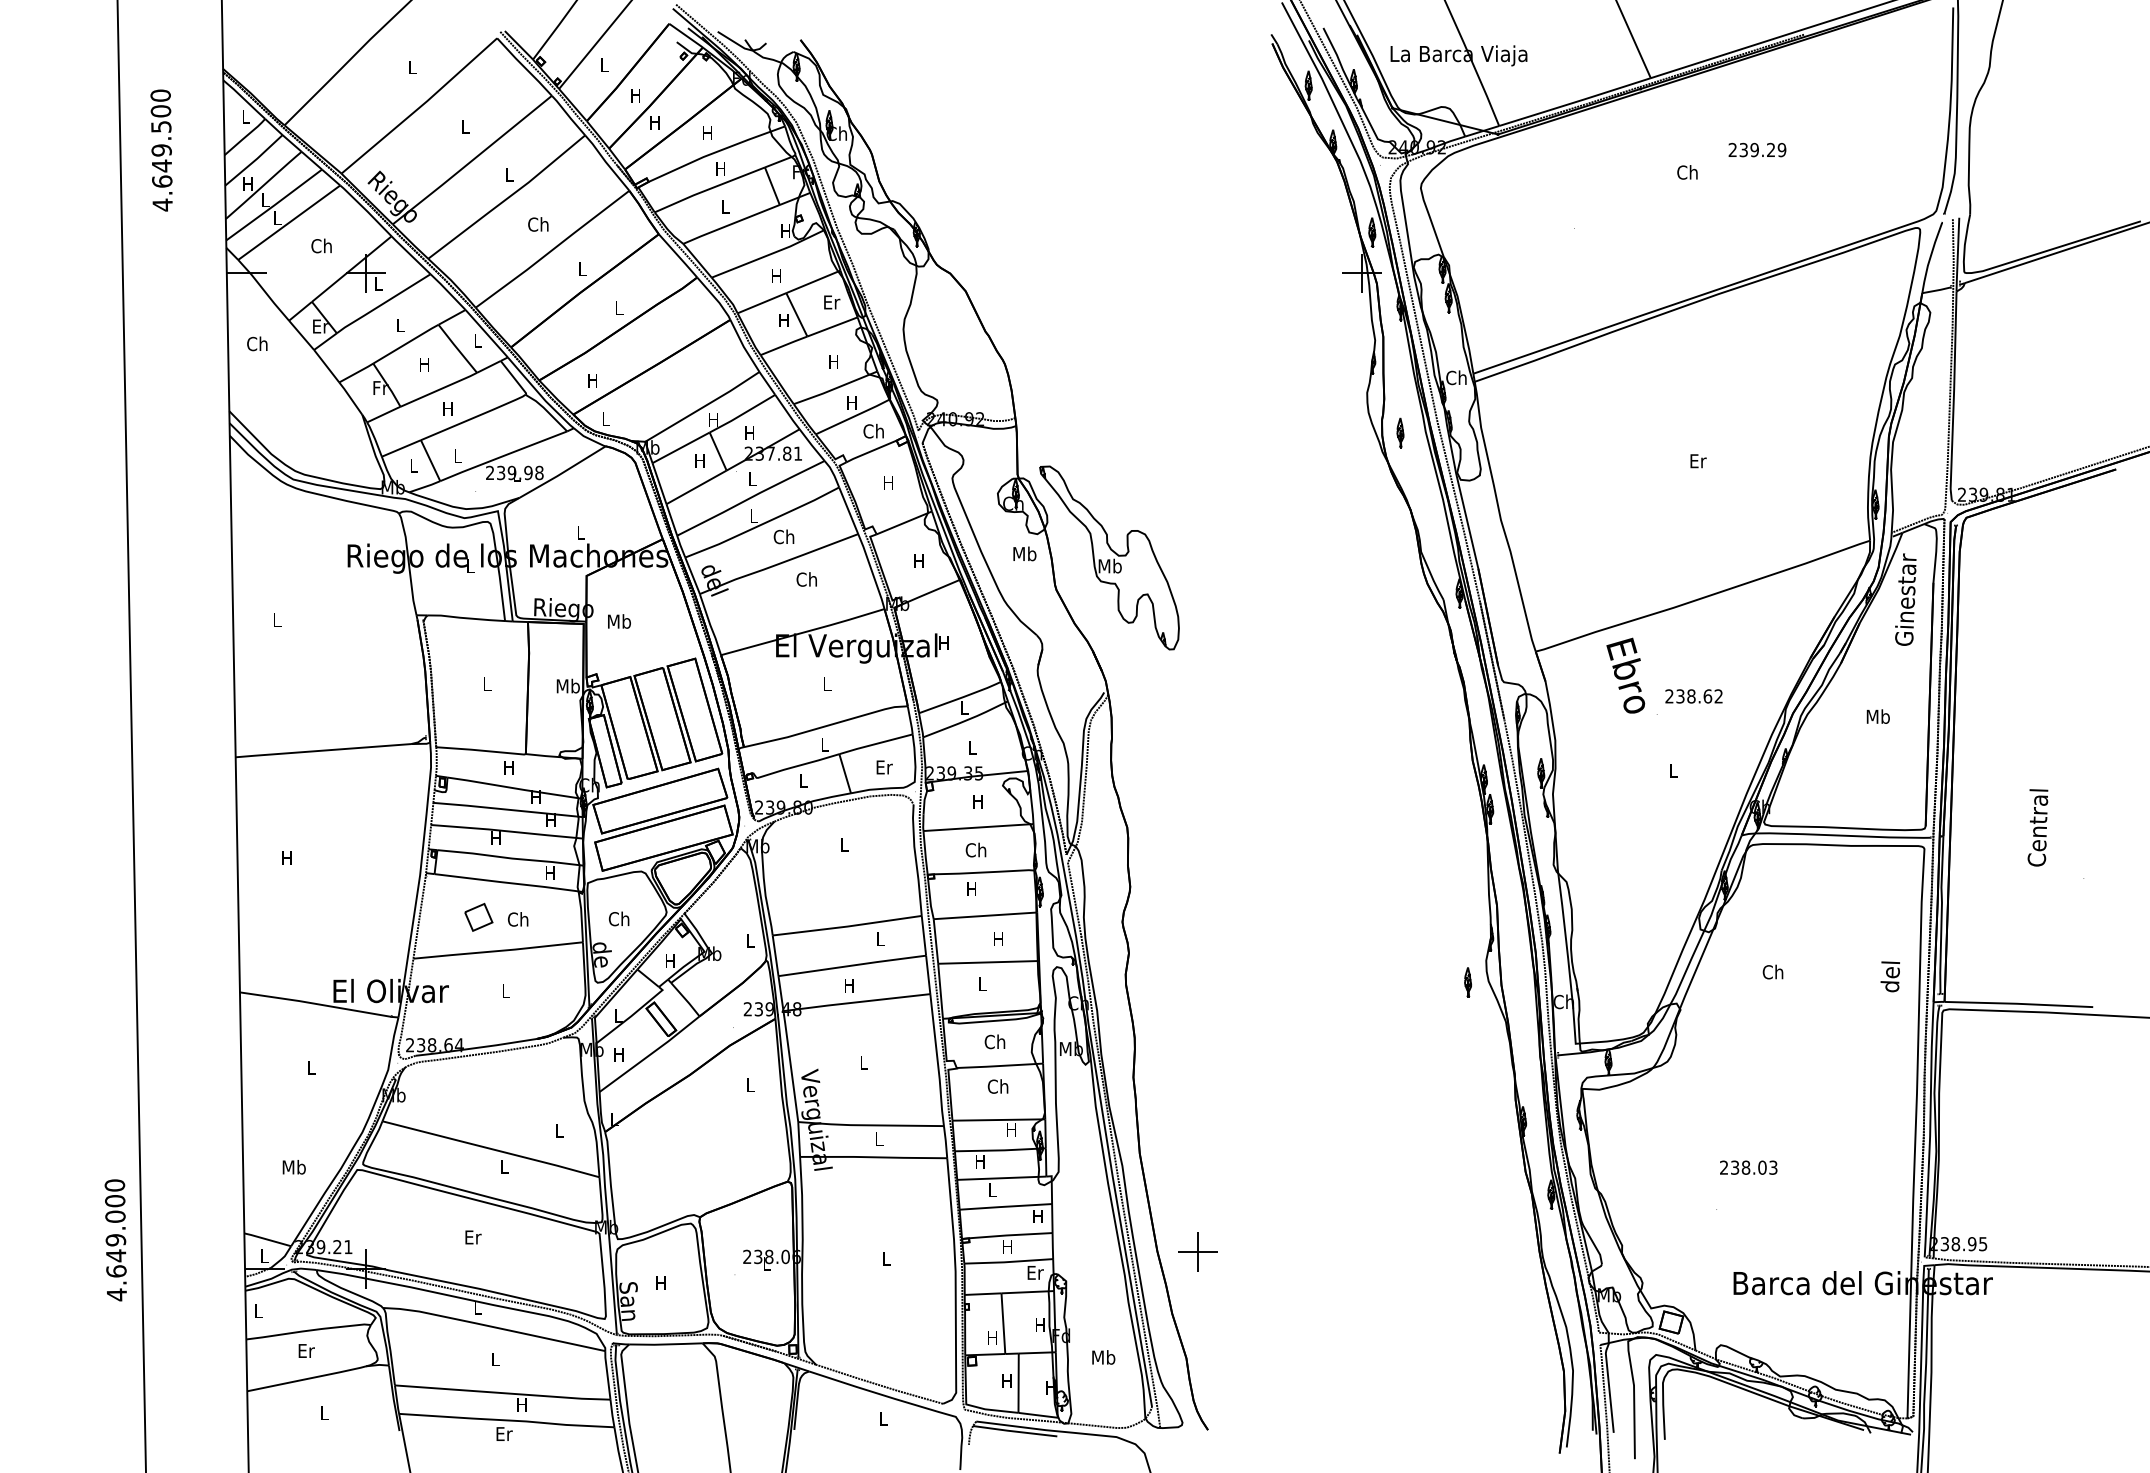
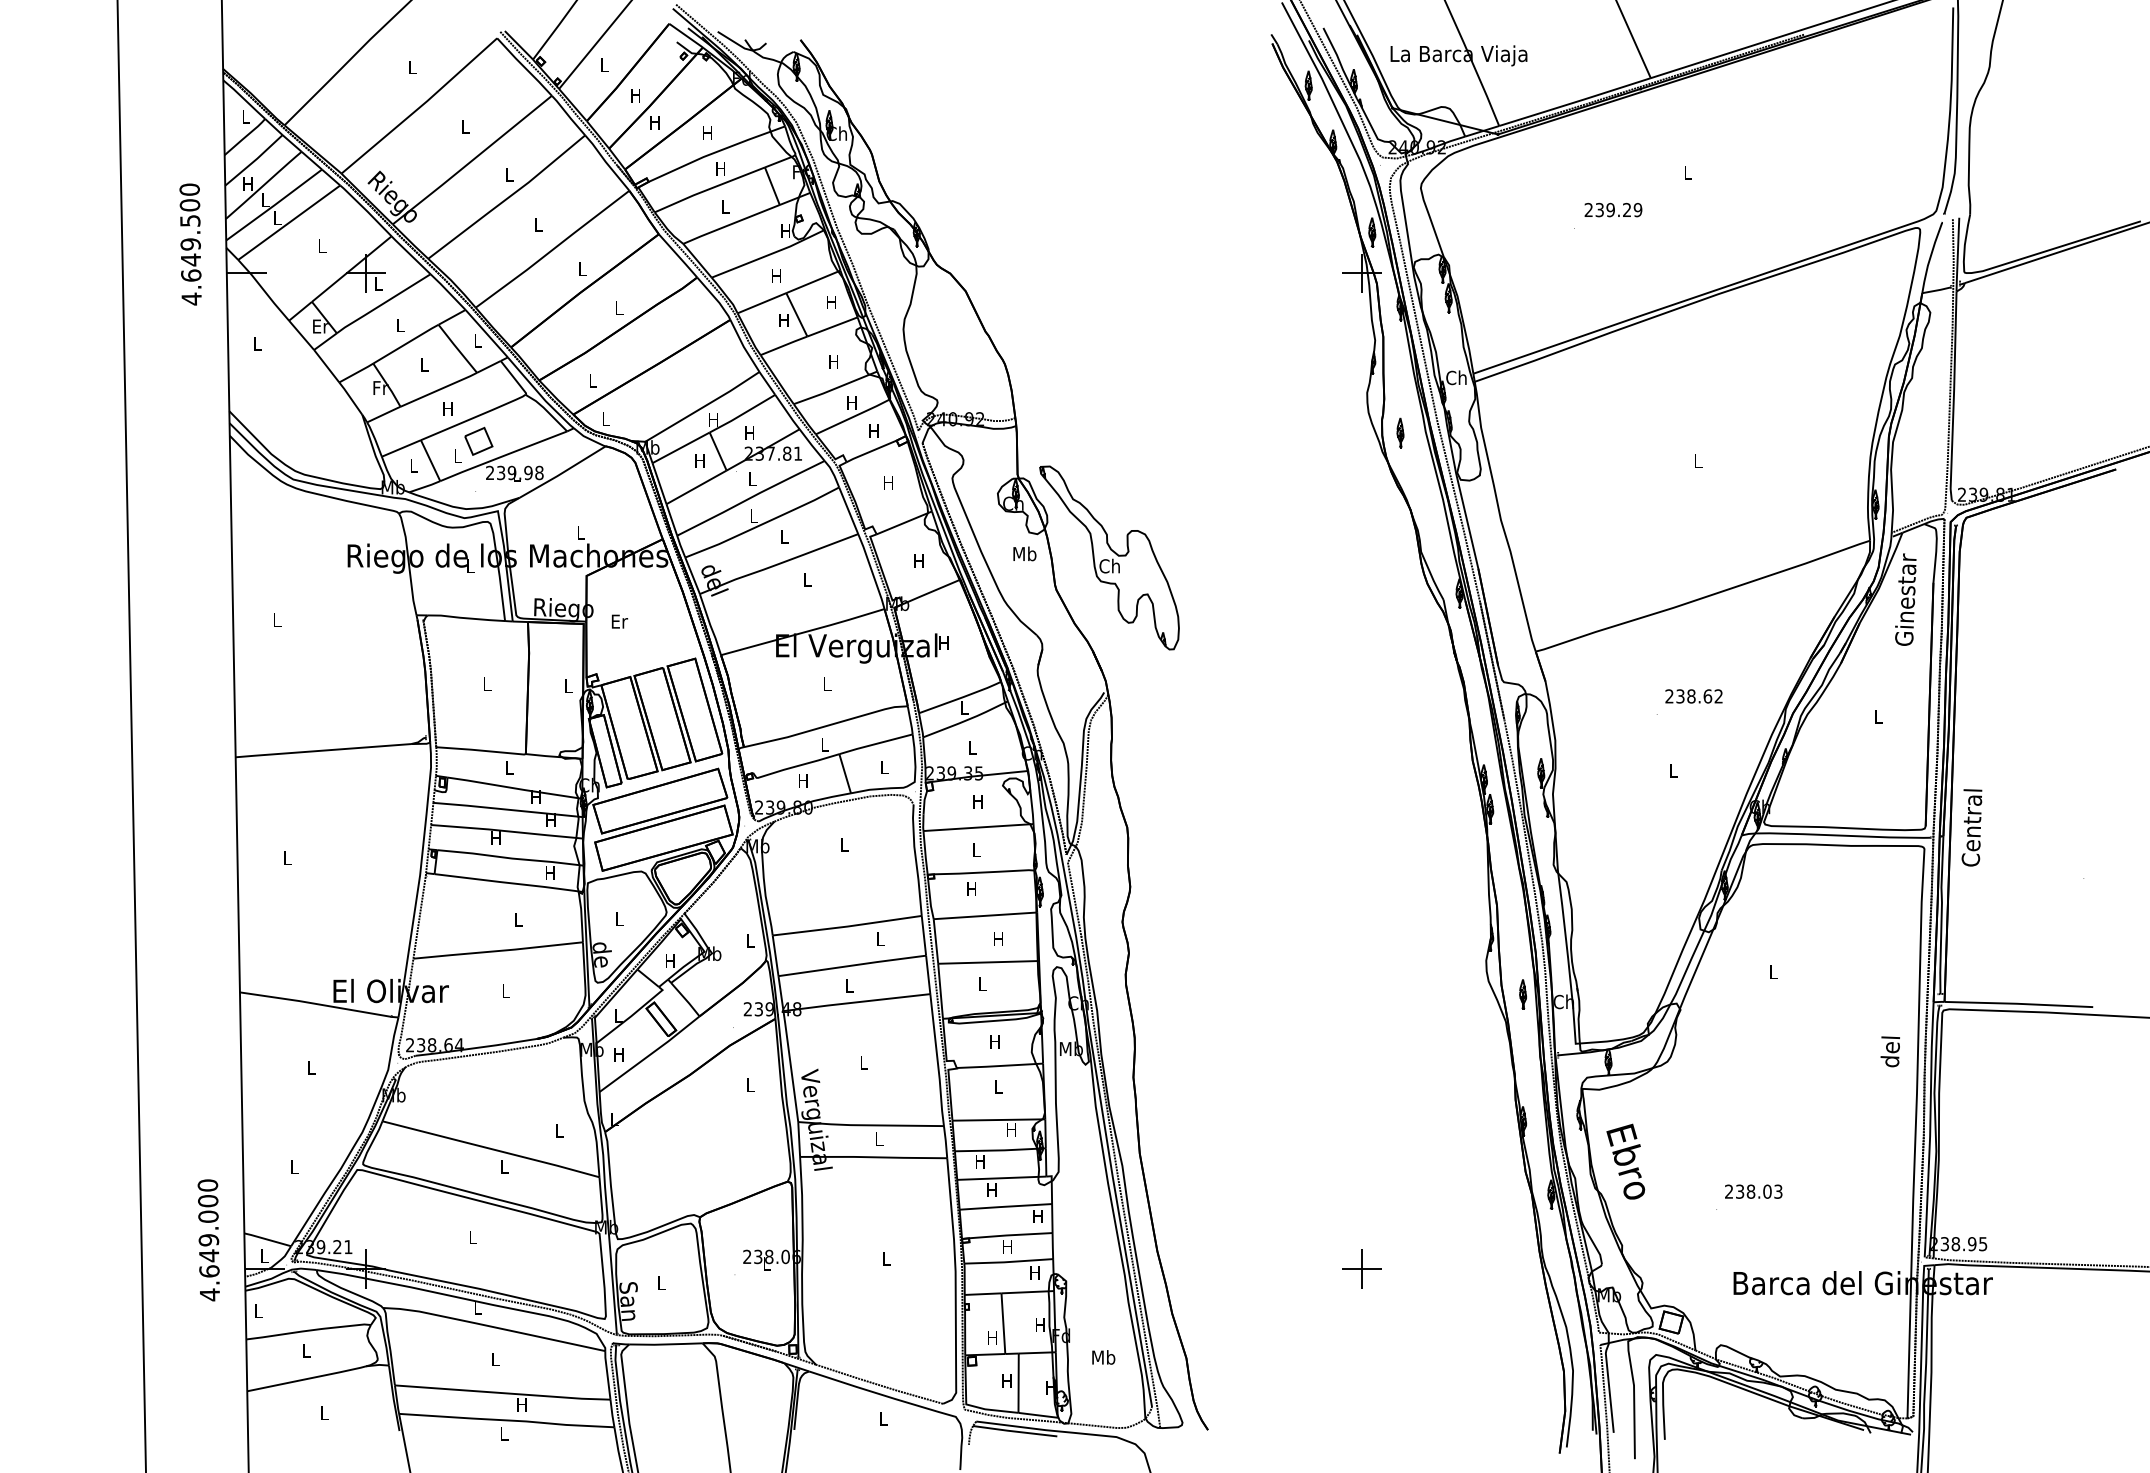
text at (1757, 149) position: (1757, 149) -> (1613, 209)
text at (161, 150) position: (161, 150) -> (190, 244)
text at (1687, 172): Ch -> L
text at (538, 224): Ch -> L
text at (321, 245): Ch -> L
text at (832, 302): Er -> H
text at (257, 343): Ch -> L
text at (424, 364): H -> L
text at (592, 380): H -> L
text at (873, 430): Ch -> H
text at (1698, 461): Er -> L
text at (783, 536): Ch -> L
text at (1109, 565): Mb -> Ch
text at (806, 579): Ch -> L
text at (619, 621): Mb -> Er
text at (1625, 675) position: (1625, 675) -> (1625, 1161)
text at (567, 685): Mb -> L
text at (1877, 716): Mb -> L
text at (508, 767): H -> L
text at (884, 767): Er -> L
text at (803, 780): L -> H
text at (2037, 827) position: (2037, 827) -> (1971, 827)
text at (975, 849): Ch -> L
text at (286, 857): H -> L
part at (478, 916) position: (478, 916) -> (478, 440)
text at (618, 918): Ch -> L
text at (517, 919): Ch -> L
text at (1772, 971): Ch -> L
text at (1889, 976) position: (1889, 976) -> (1889, 1051)
part at (1467, 982) position: (1467, 982) -> (1522, 994)
text at (849, 985): H -> L
text at (994, 1041): Ch -> H
text at (997, 1086): Ch -> L
text at (293, 1167): Mb -> L
text at (1748, 1167) position: (1748, 1167) -> (1753, 1191)
text at (991, 1189): L -> H
text at (473, 1237): Er -> L
text at (115, 1240) position: (115, 1240) -> (208, 1240)
part at (1197, 1251) position: (1197, 1251) -> (1361, 1268)
text at (1035, 1272): Er -> H
text at (660, 1282): H -> L
text at (306, 1350): Er -> L
text at (504, 1433): Er -> L
